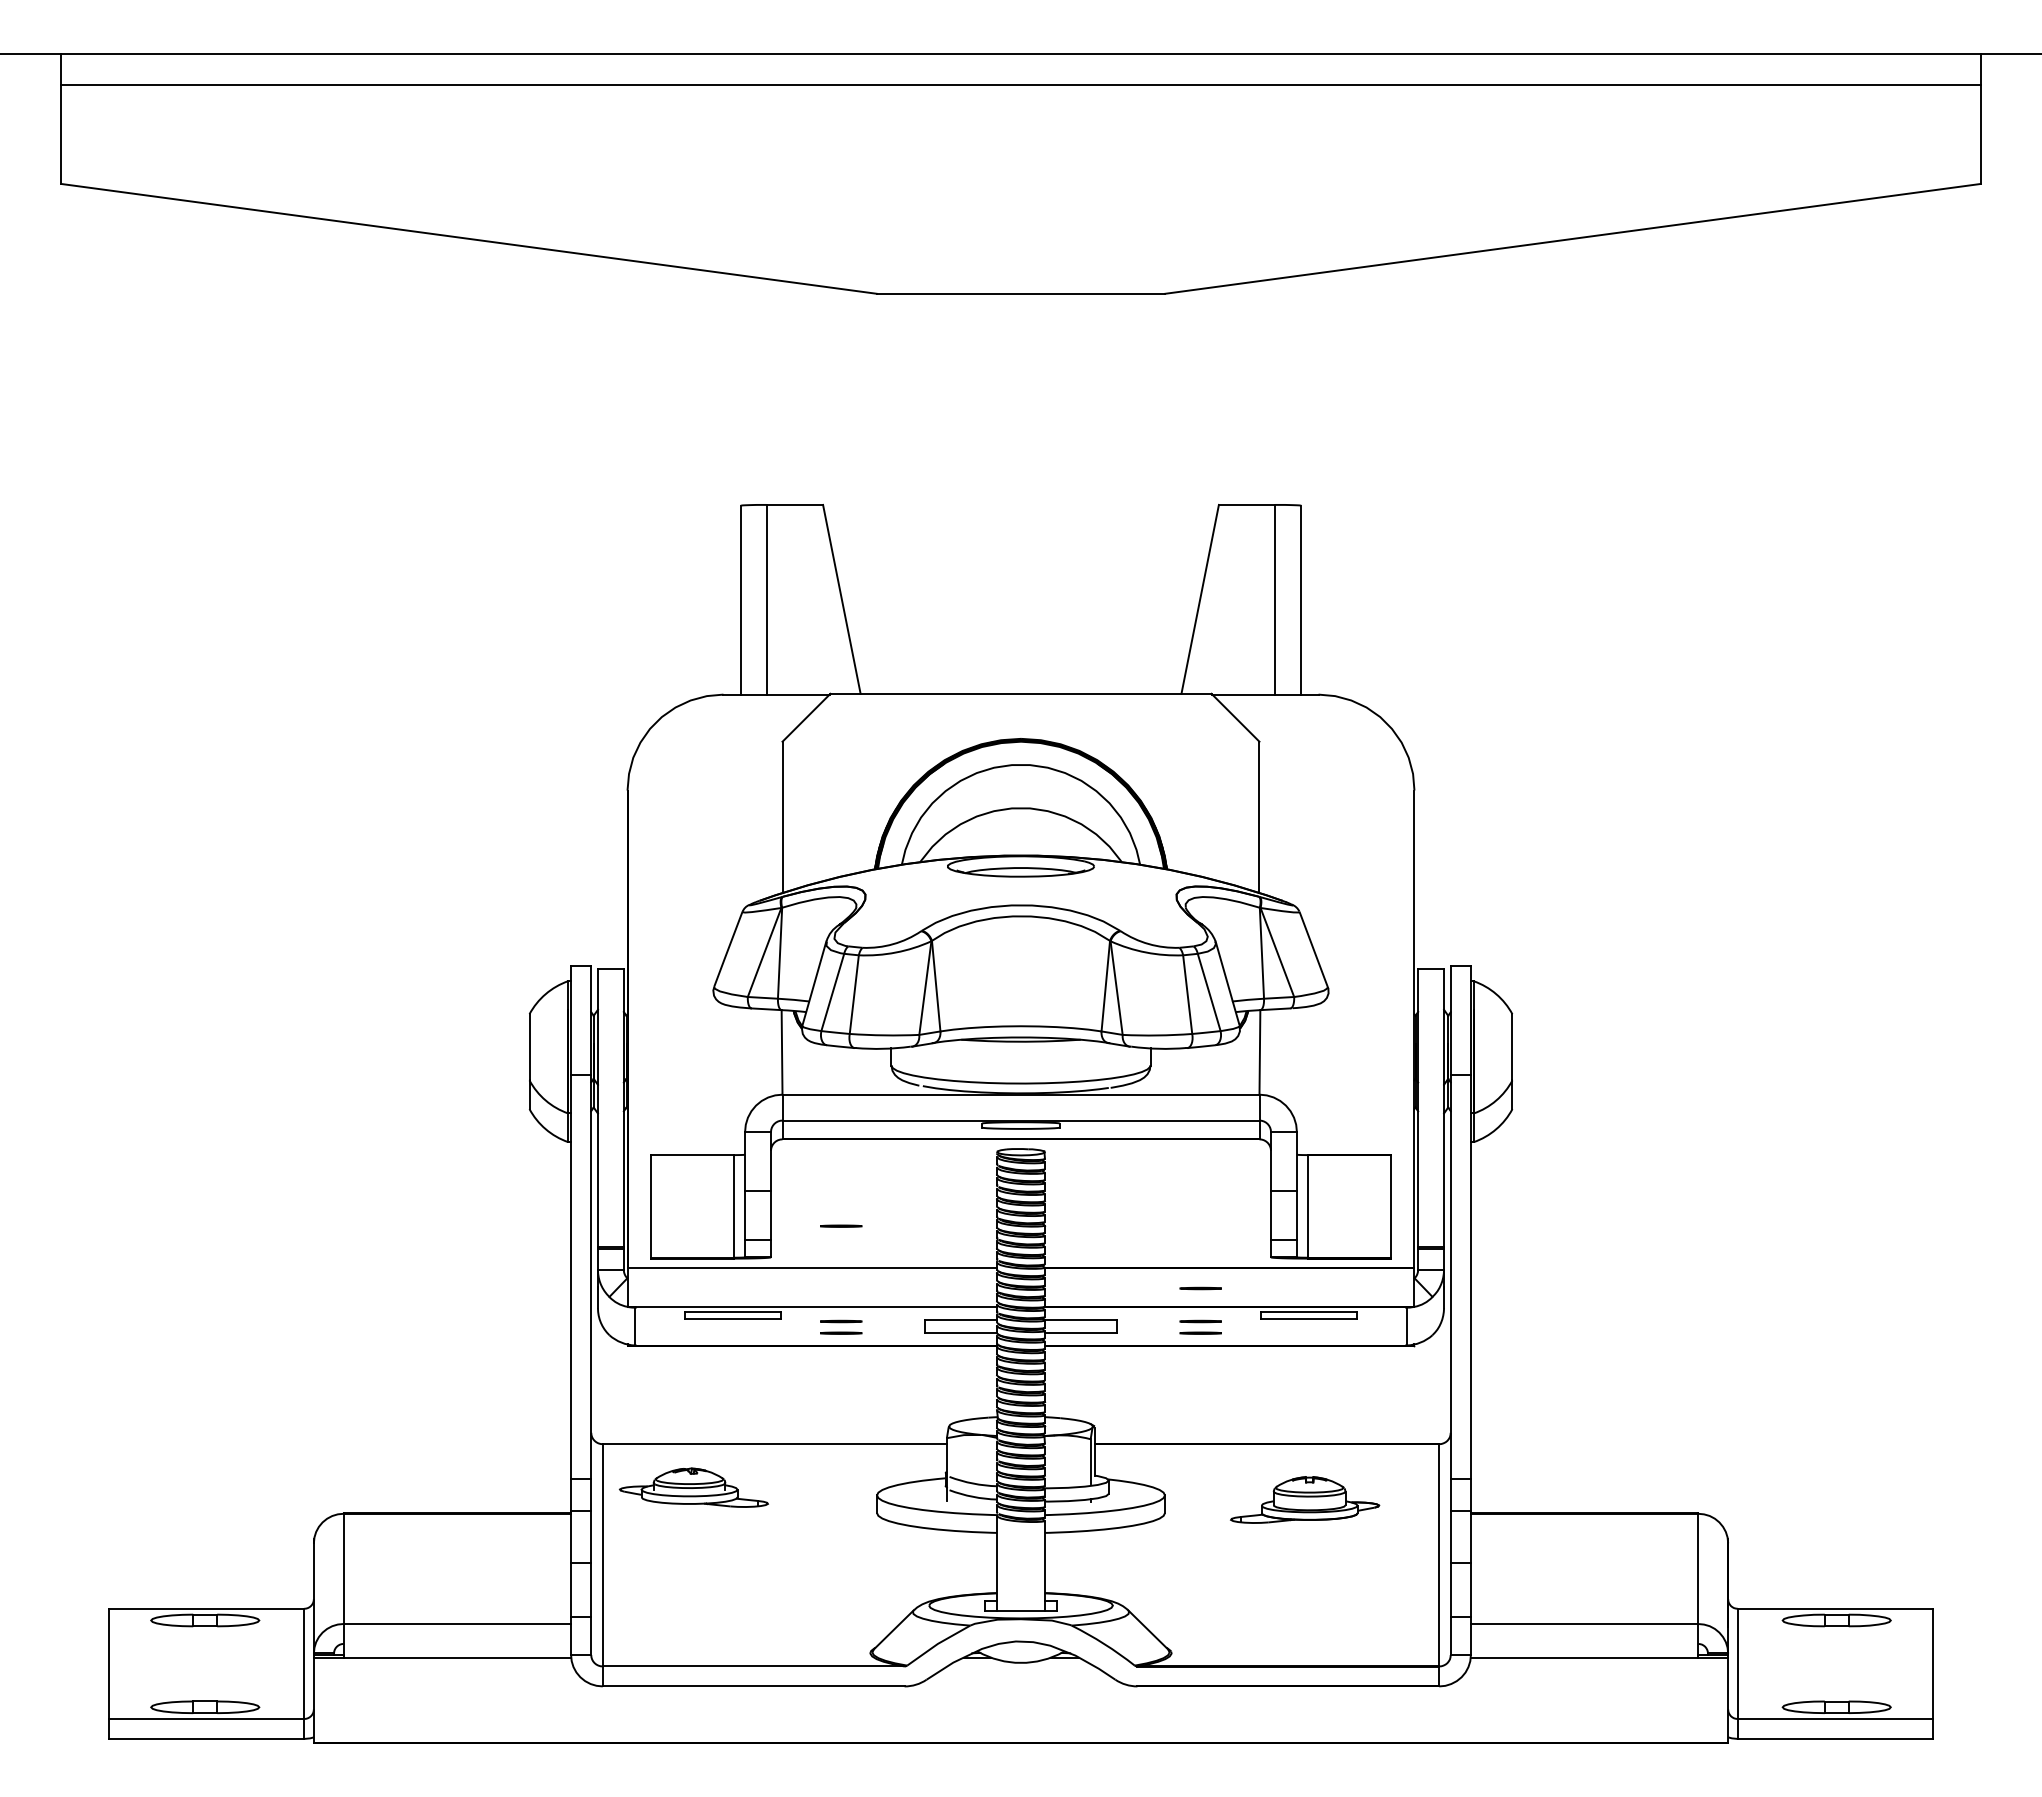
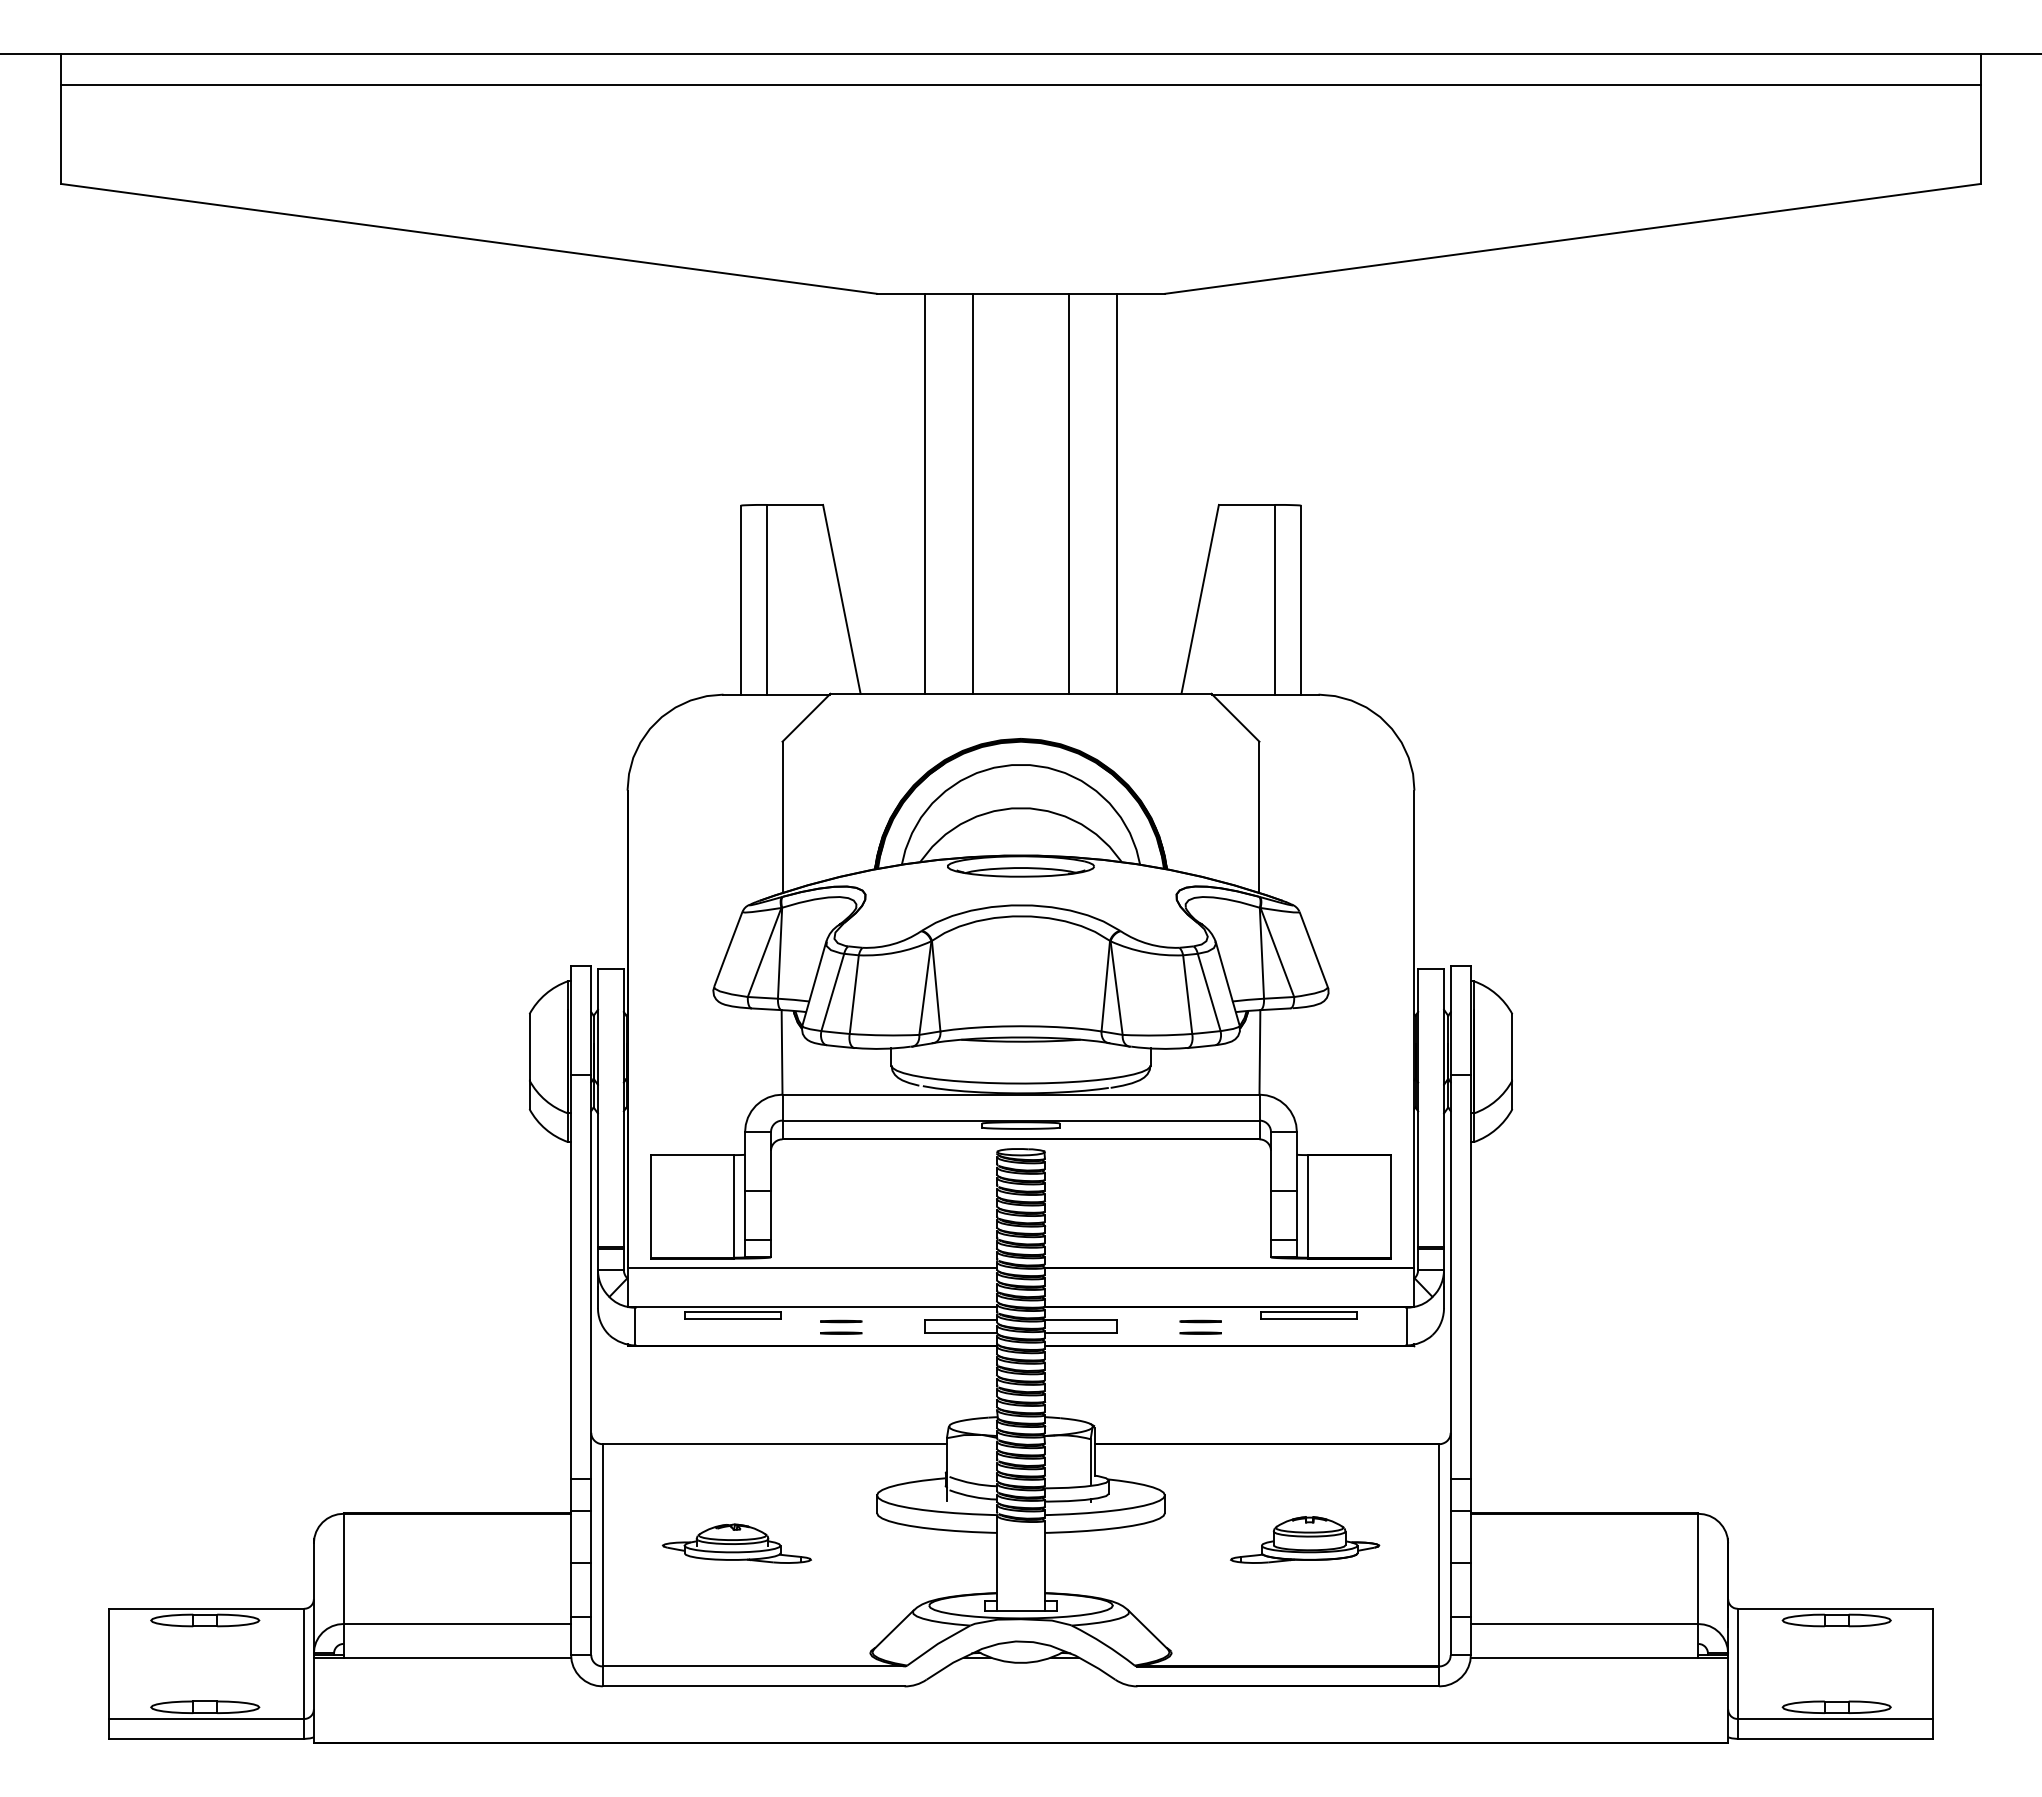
line at (925, 493): none -> present
line at (973, 493): none -> present
line at (1068, 493): none -> present
line at (1116, 493): none -> present
line at (841, 1225): present -> none
line at (1200, 1288): present -> none
part at (693, 1487) position: (693, 1487) -> (736, 1543)
part at (1305, 1499) position: (1305, 1499) -> (1305, 1539)
